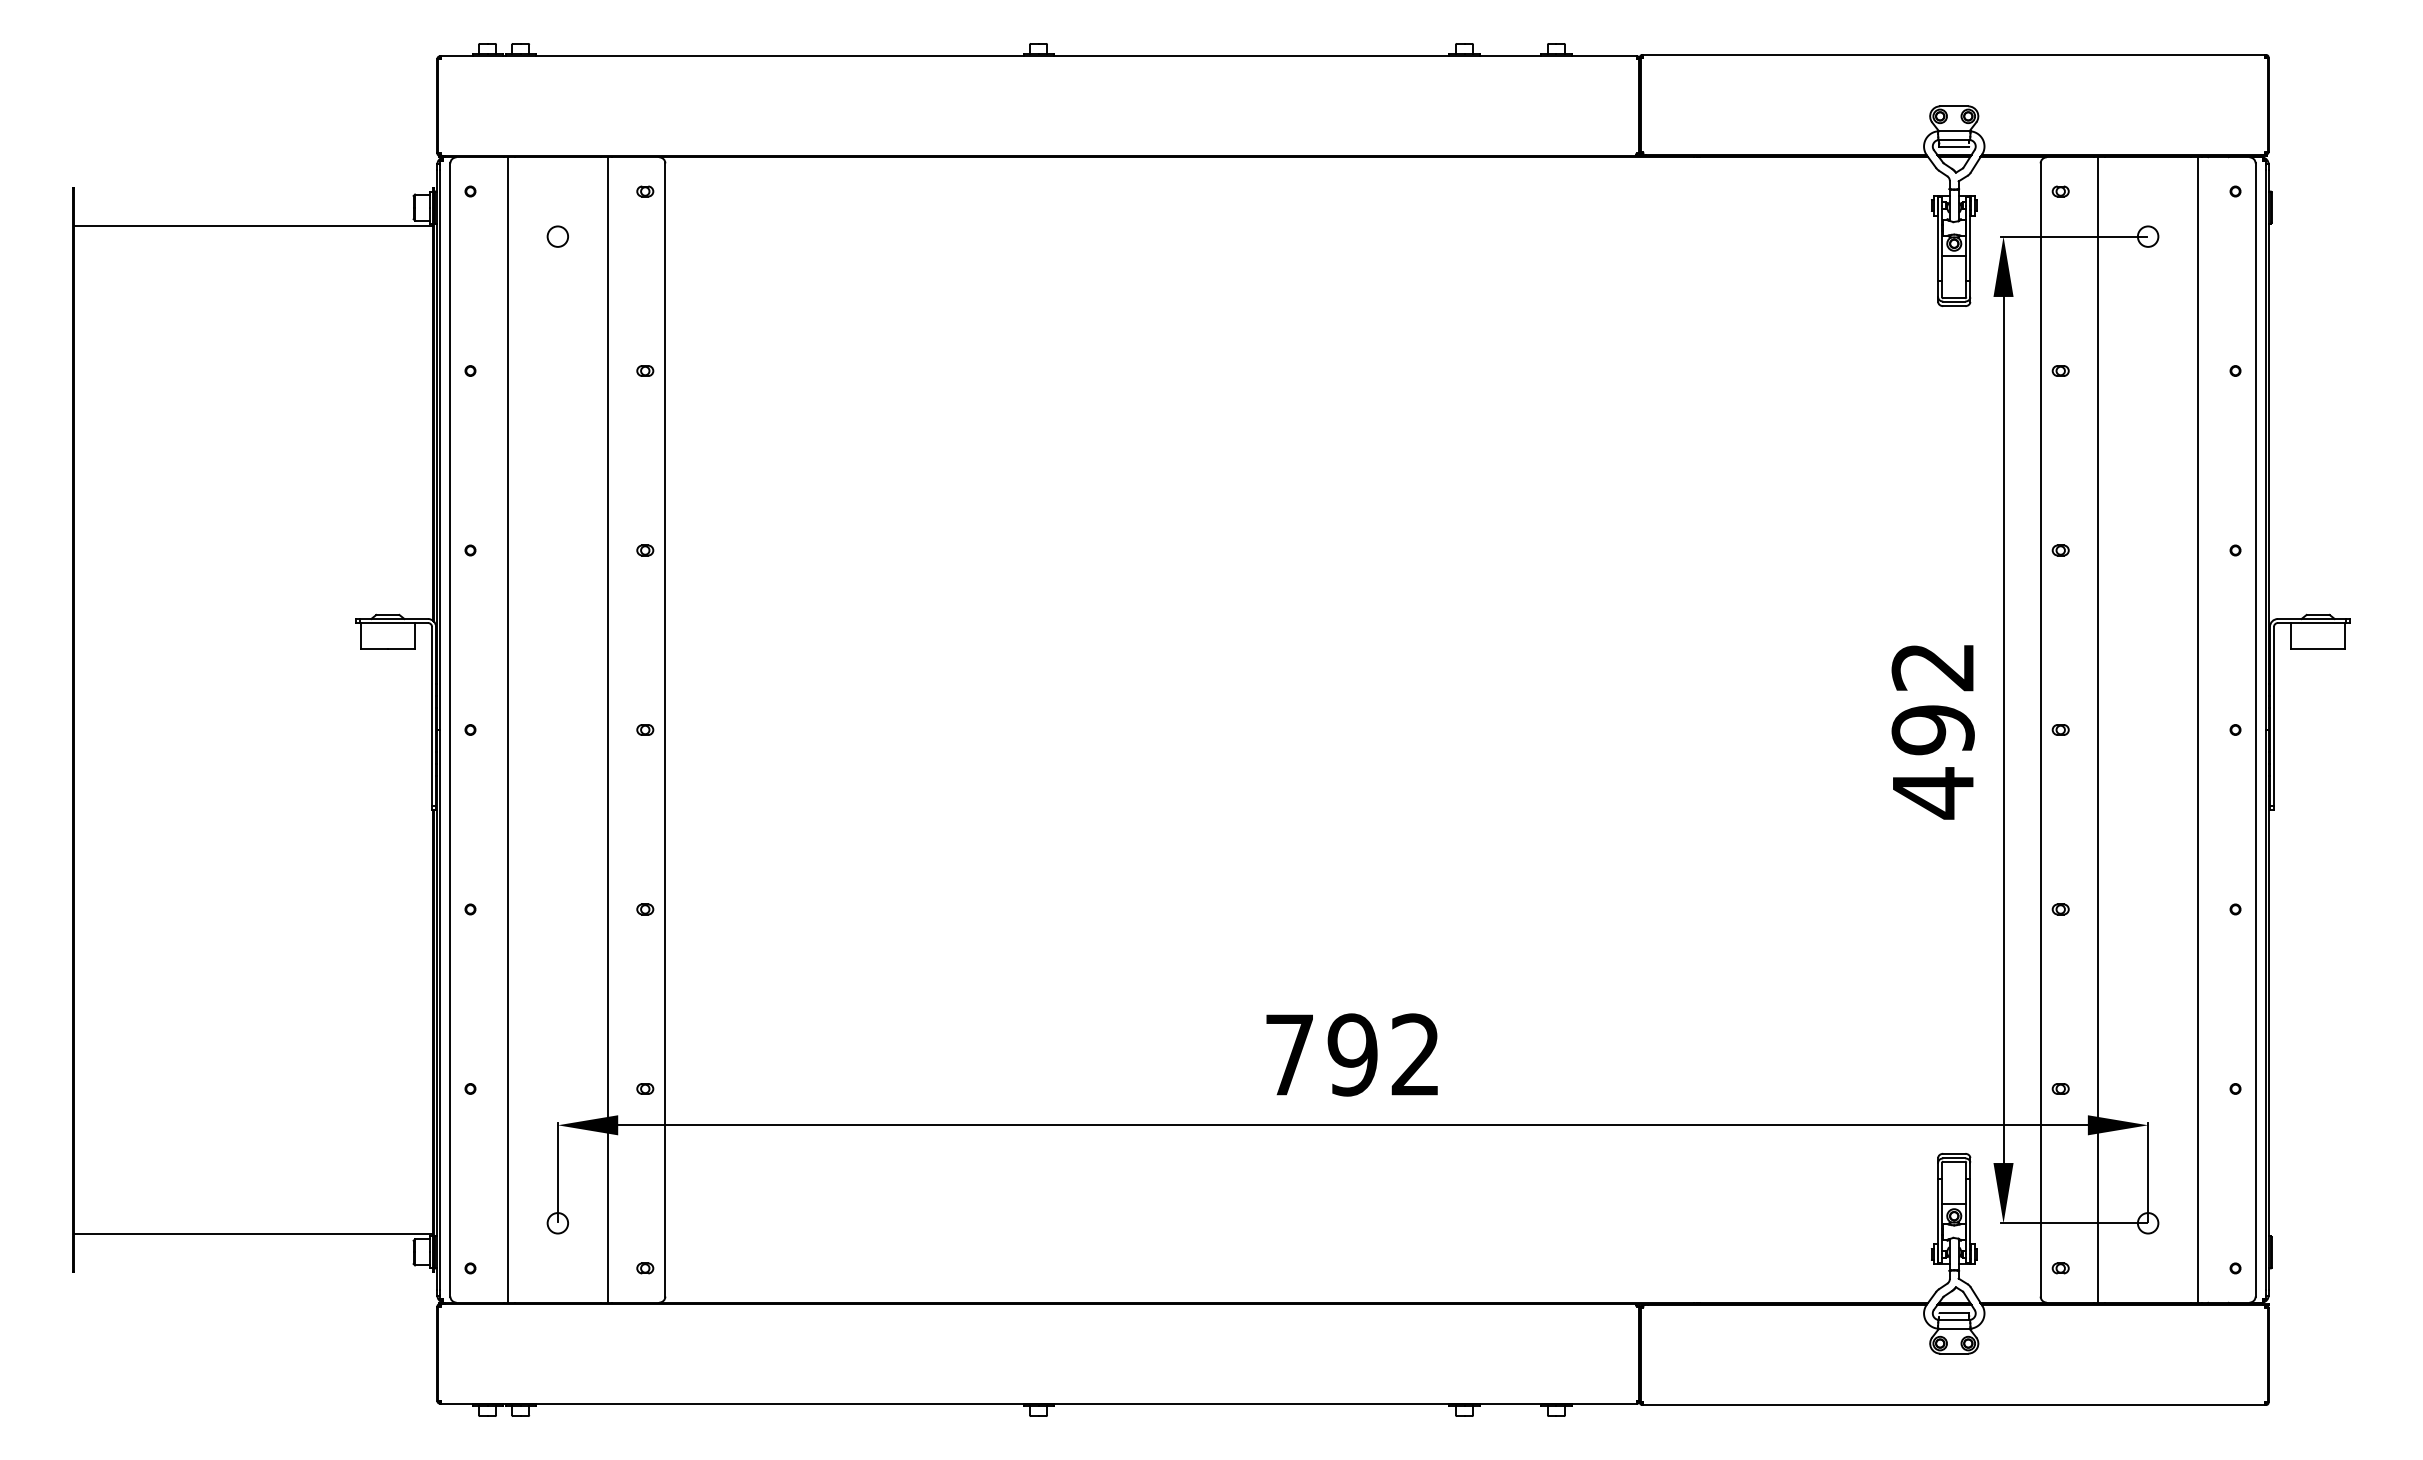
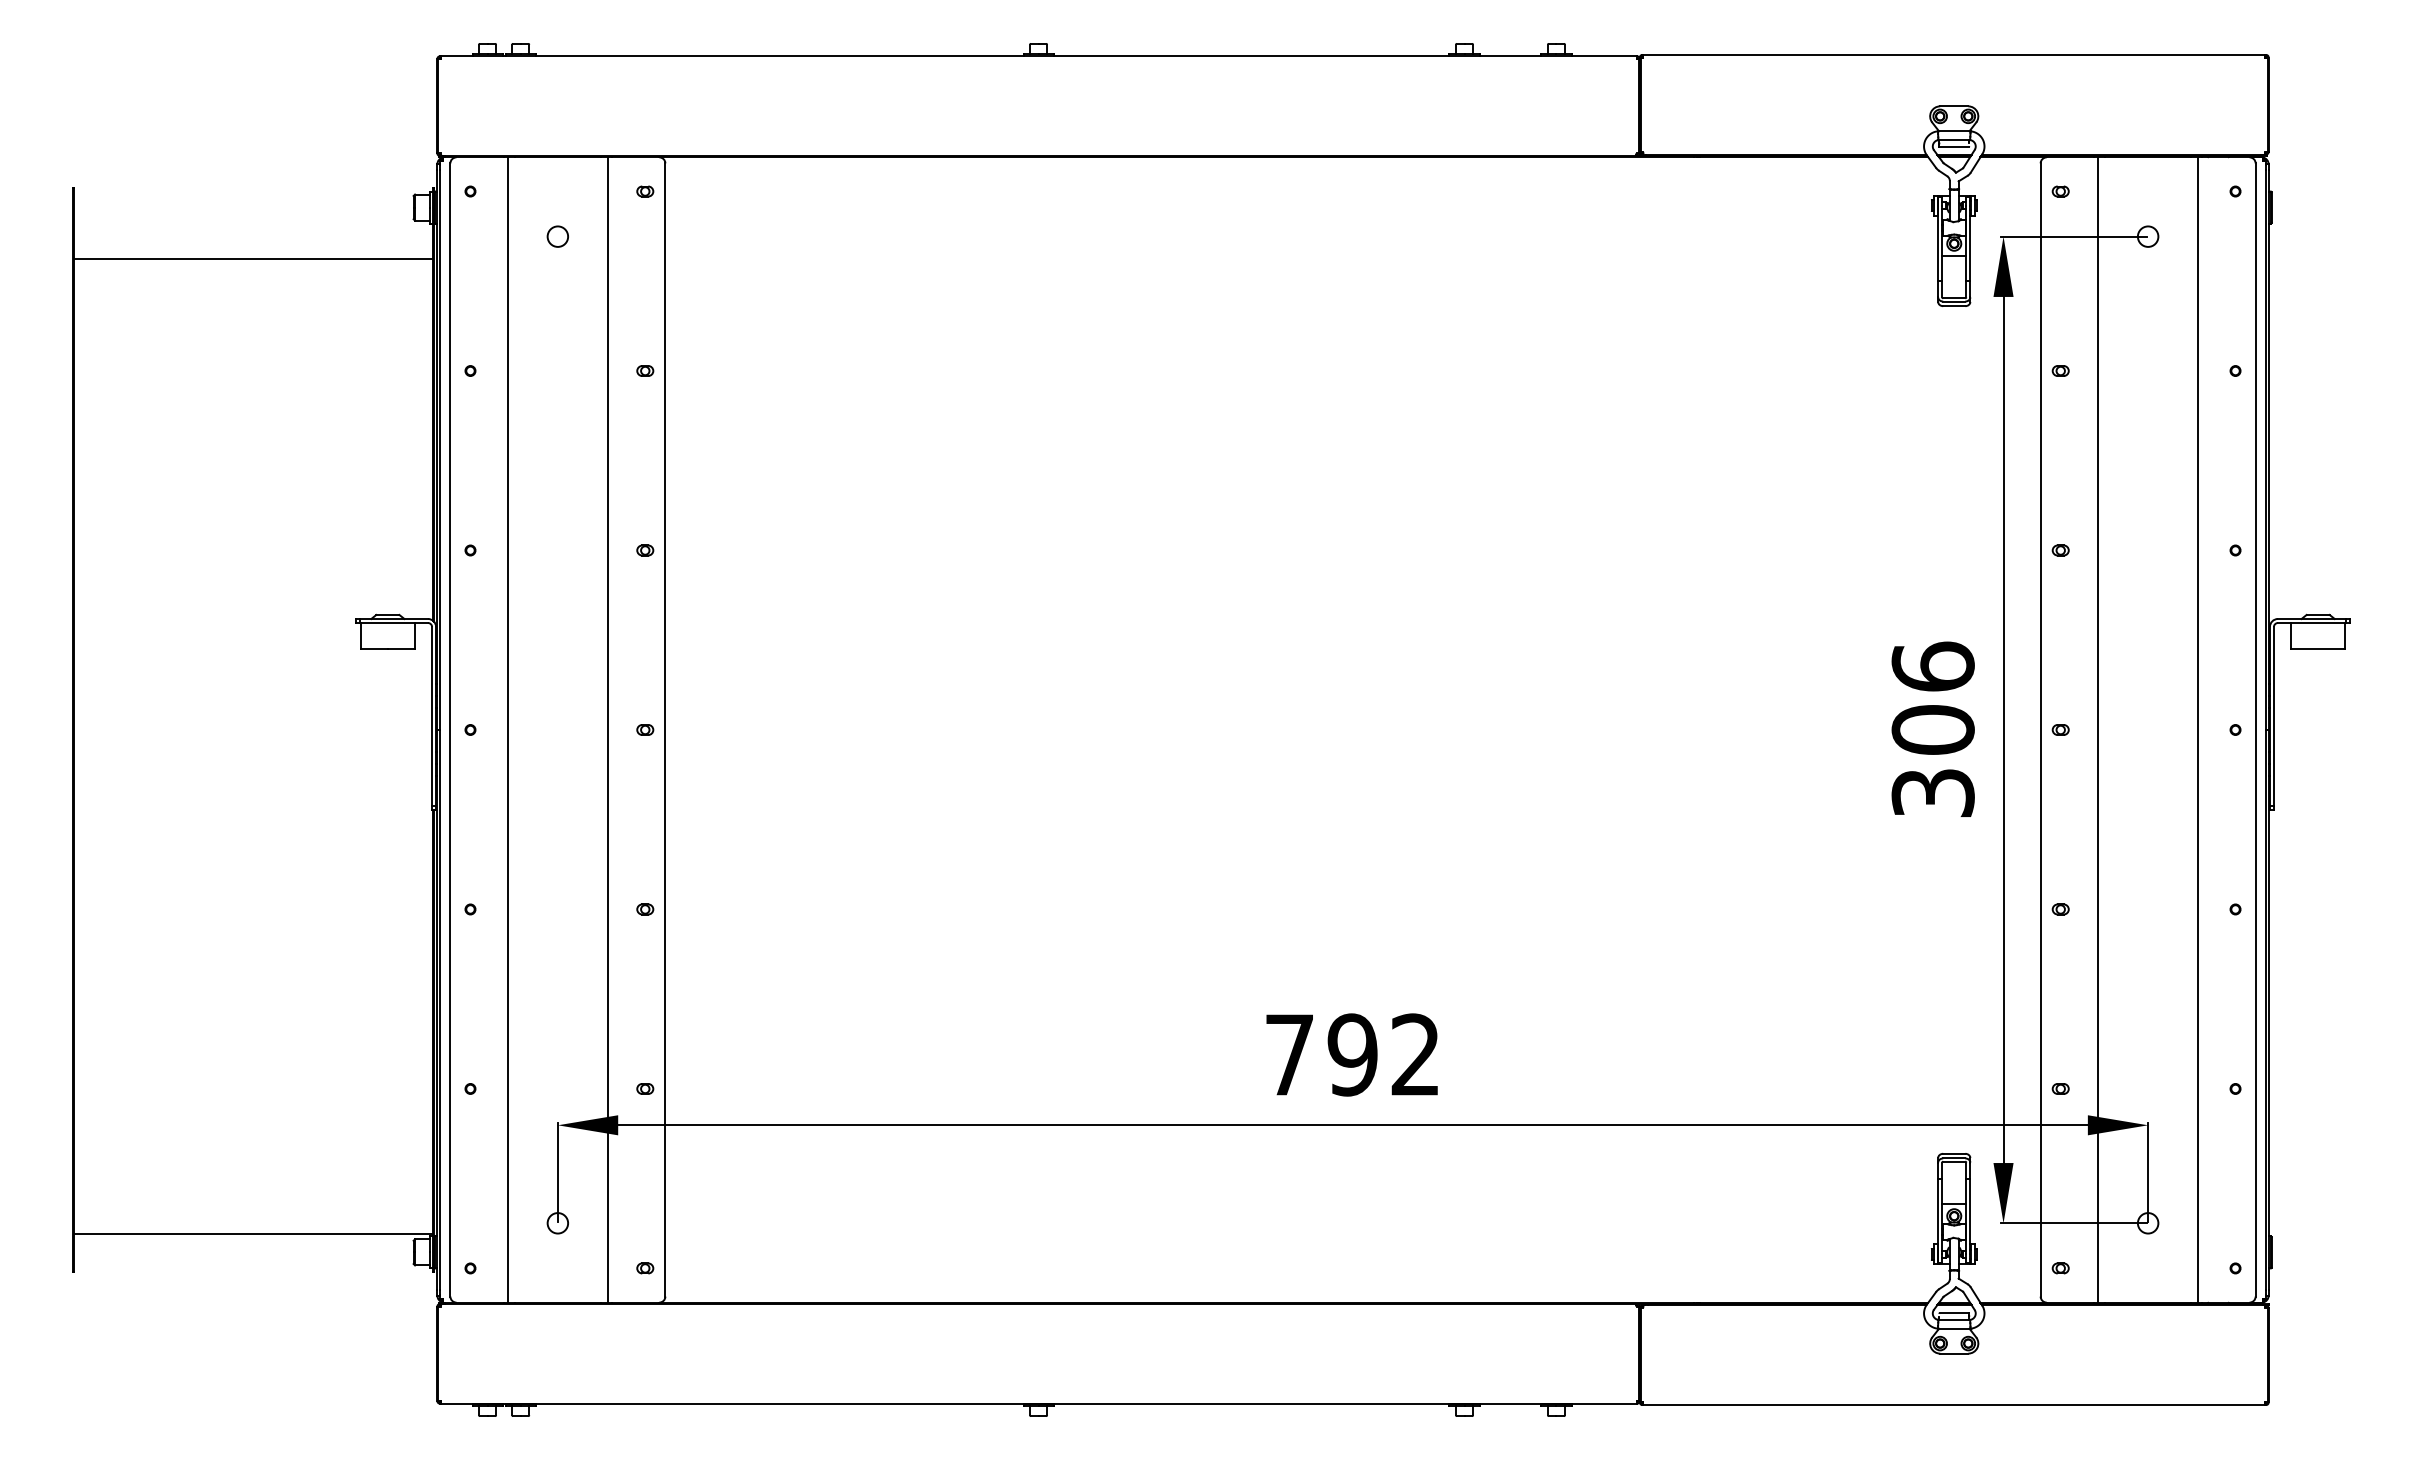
line at (253, 226) position: (253, 226) -> (253, 259)
text at (1932, 730): 492 -> 306
